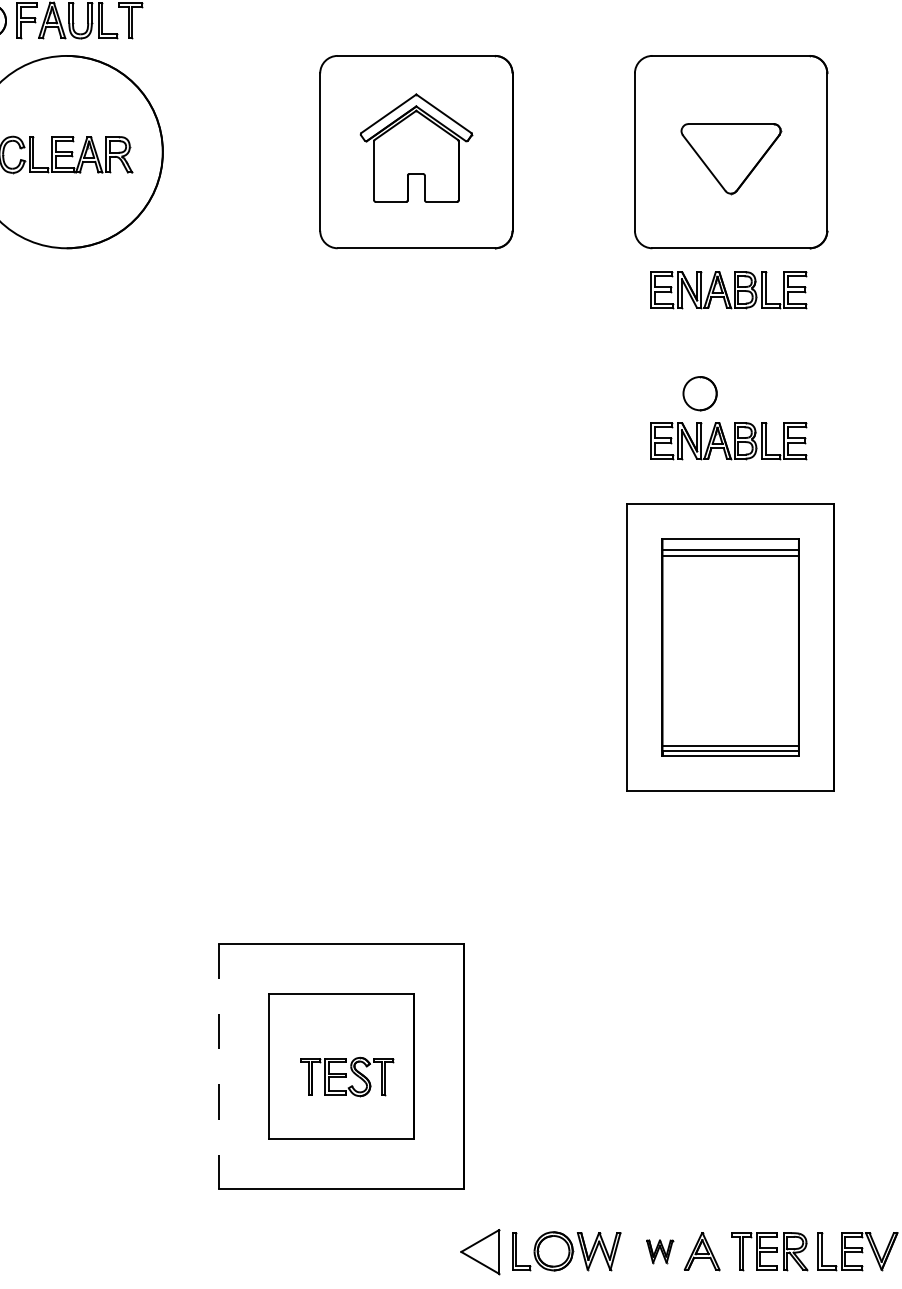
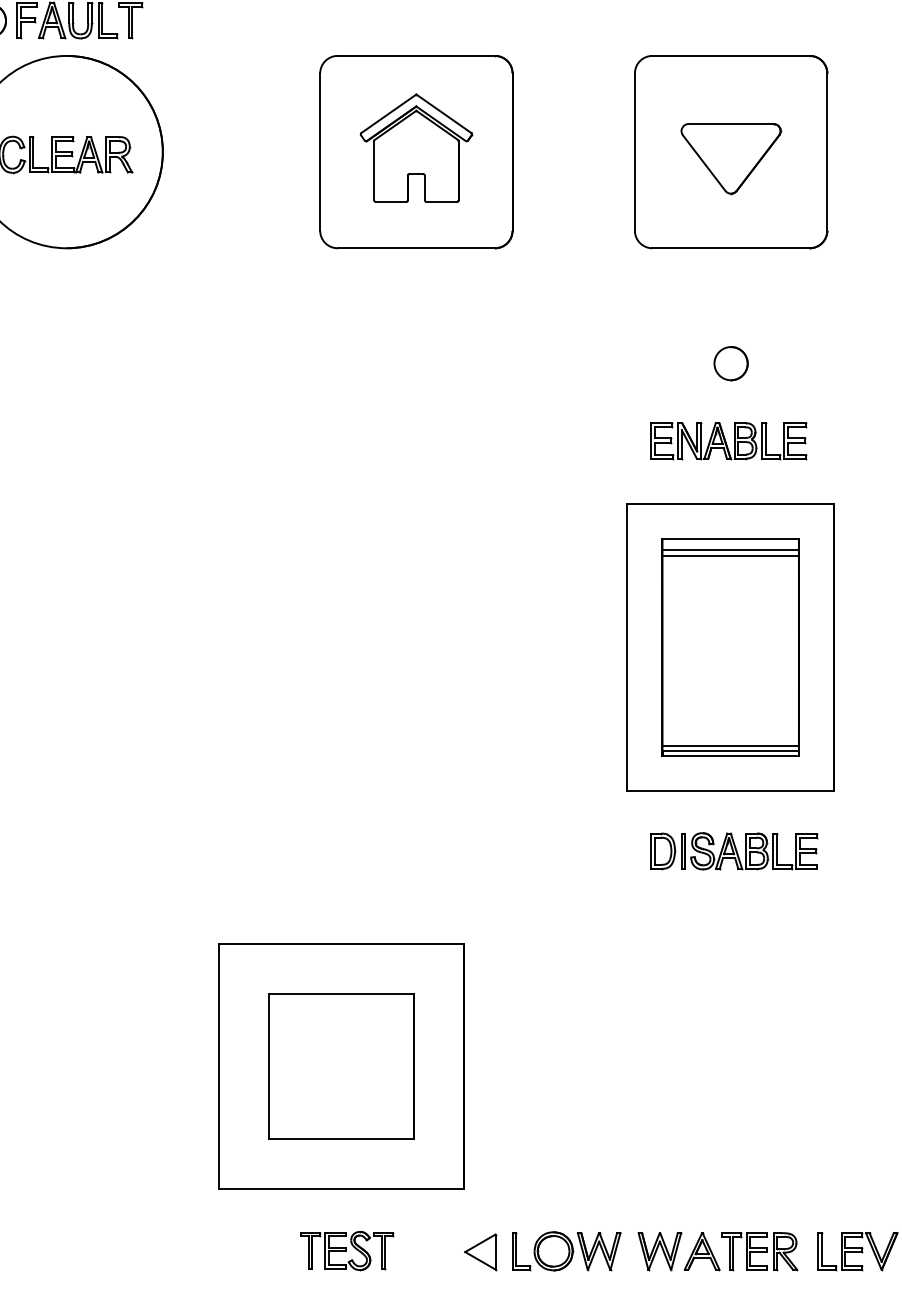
part at (728, 290): present -> none
circle at (699, 393) position: (699, 393) -> (730, 363)
part at (734, 851): none -> present
line at (219, 1067): dashed -> solid
part at (347, 1076) position: (347, 1076) -> (347, 1250)
part at (660, 1251) size: 29x26 px -> 46x40 px
part at (769, 1251) position: (769, 1251) -> (759, 1251)
part at (480, 1252) size: 41x47 px -> 34x39 px
